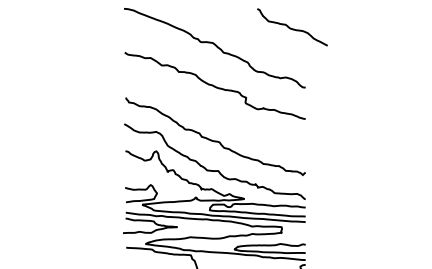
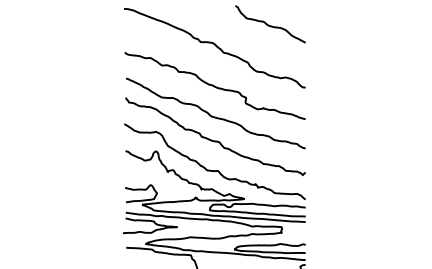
curve at (292, 28) position: (292, 28) -> (270, 25)
curve at (215, 116): none -> present
